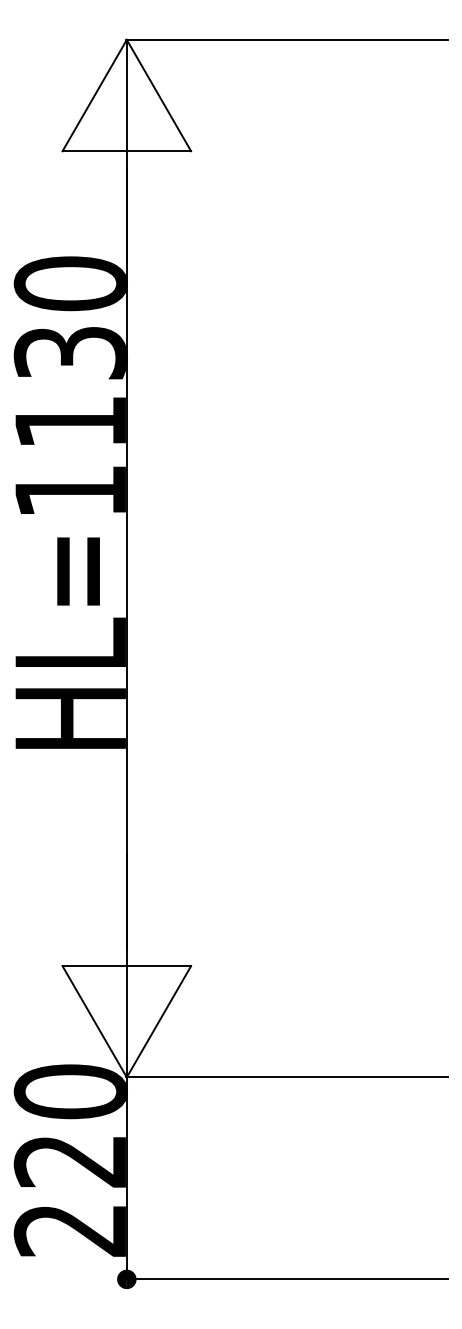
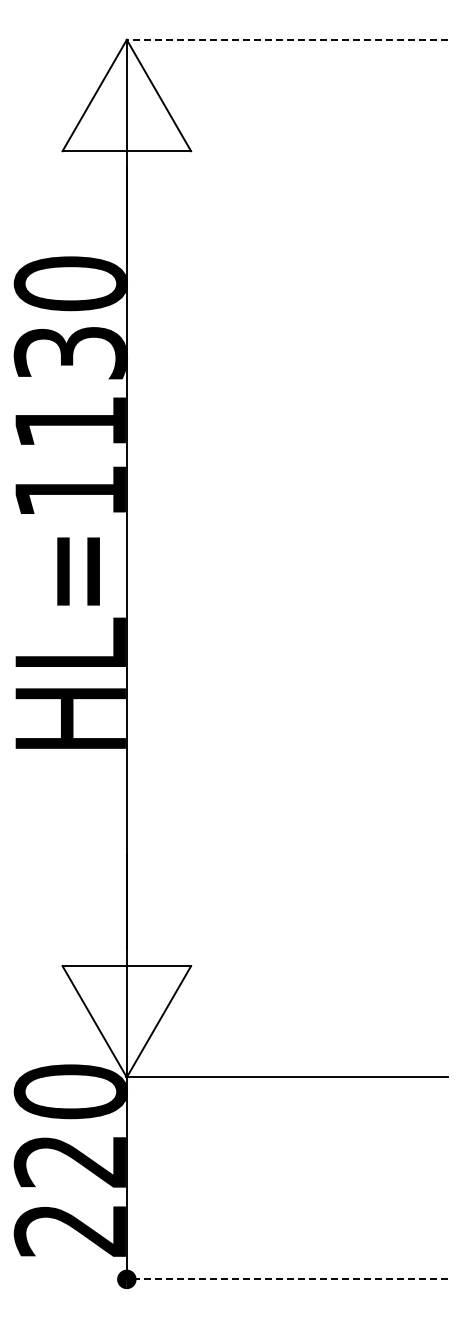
line at (286, 39): solid -> dashed
line at (286, 1279): solid -> dashed
